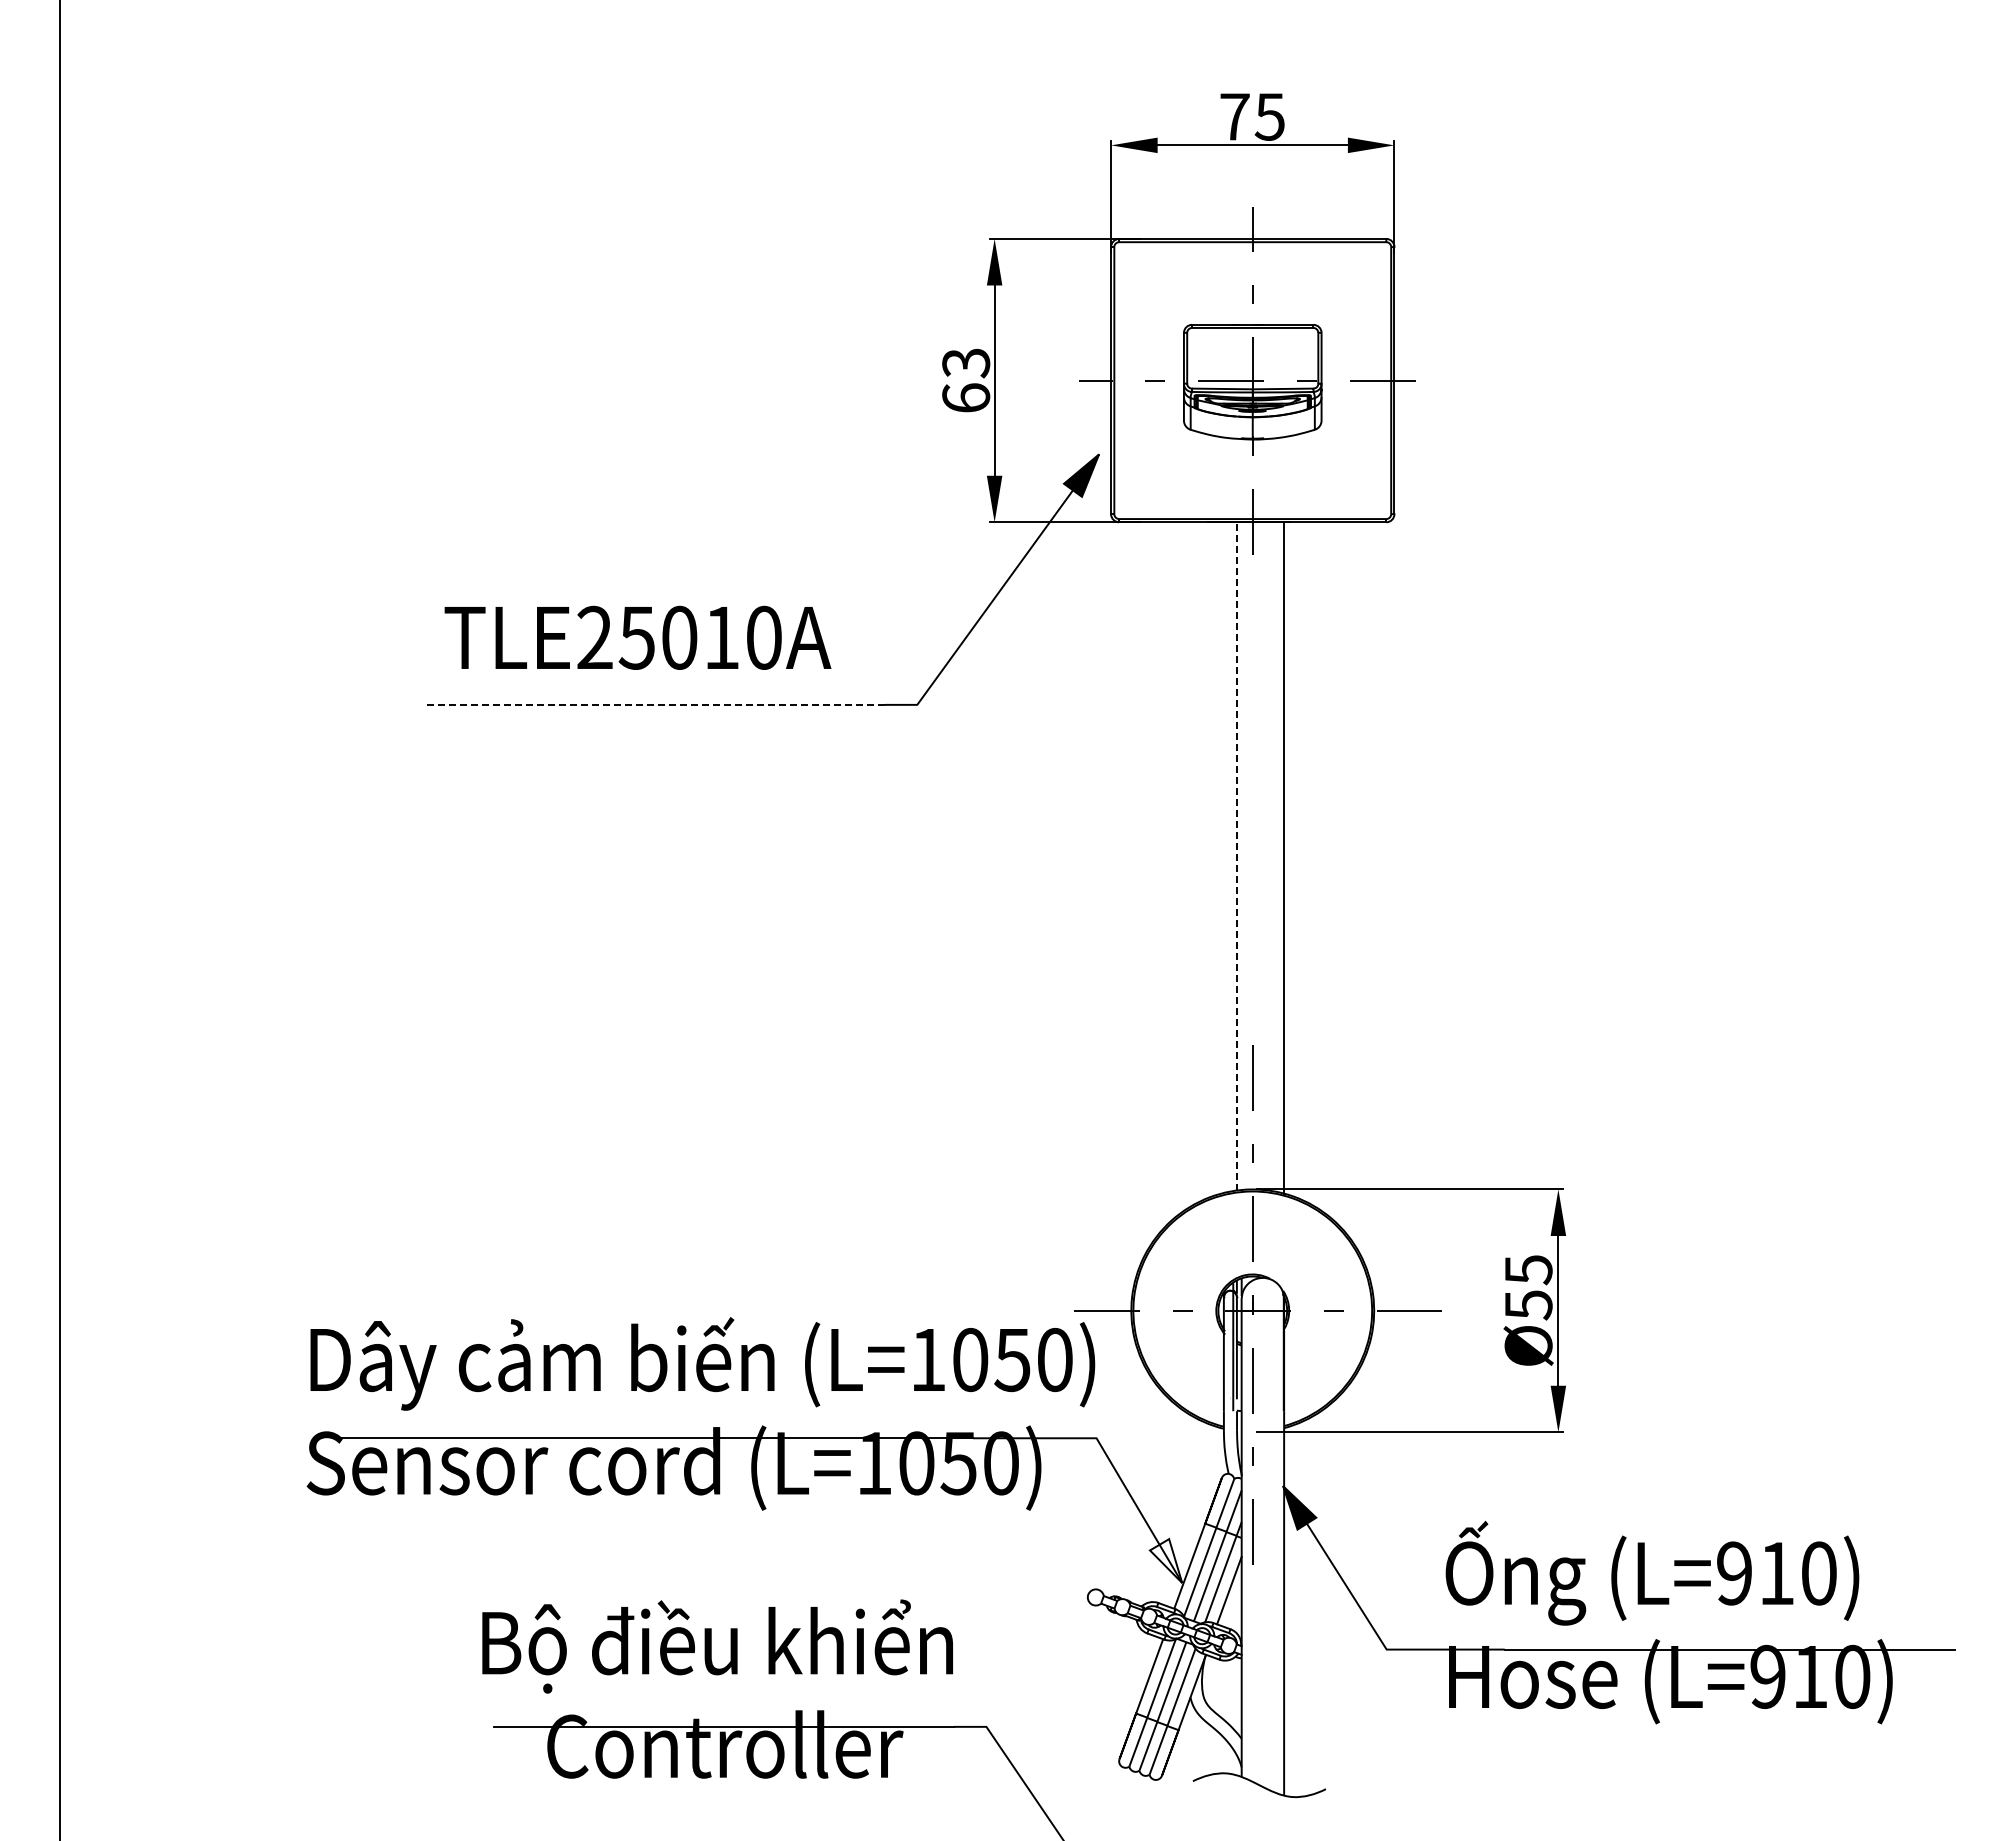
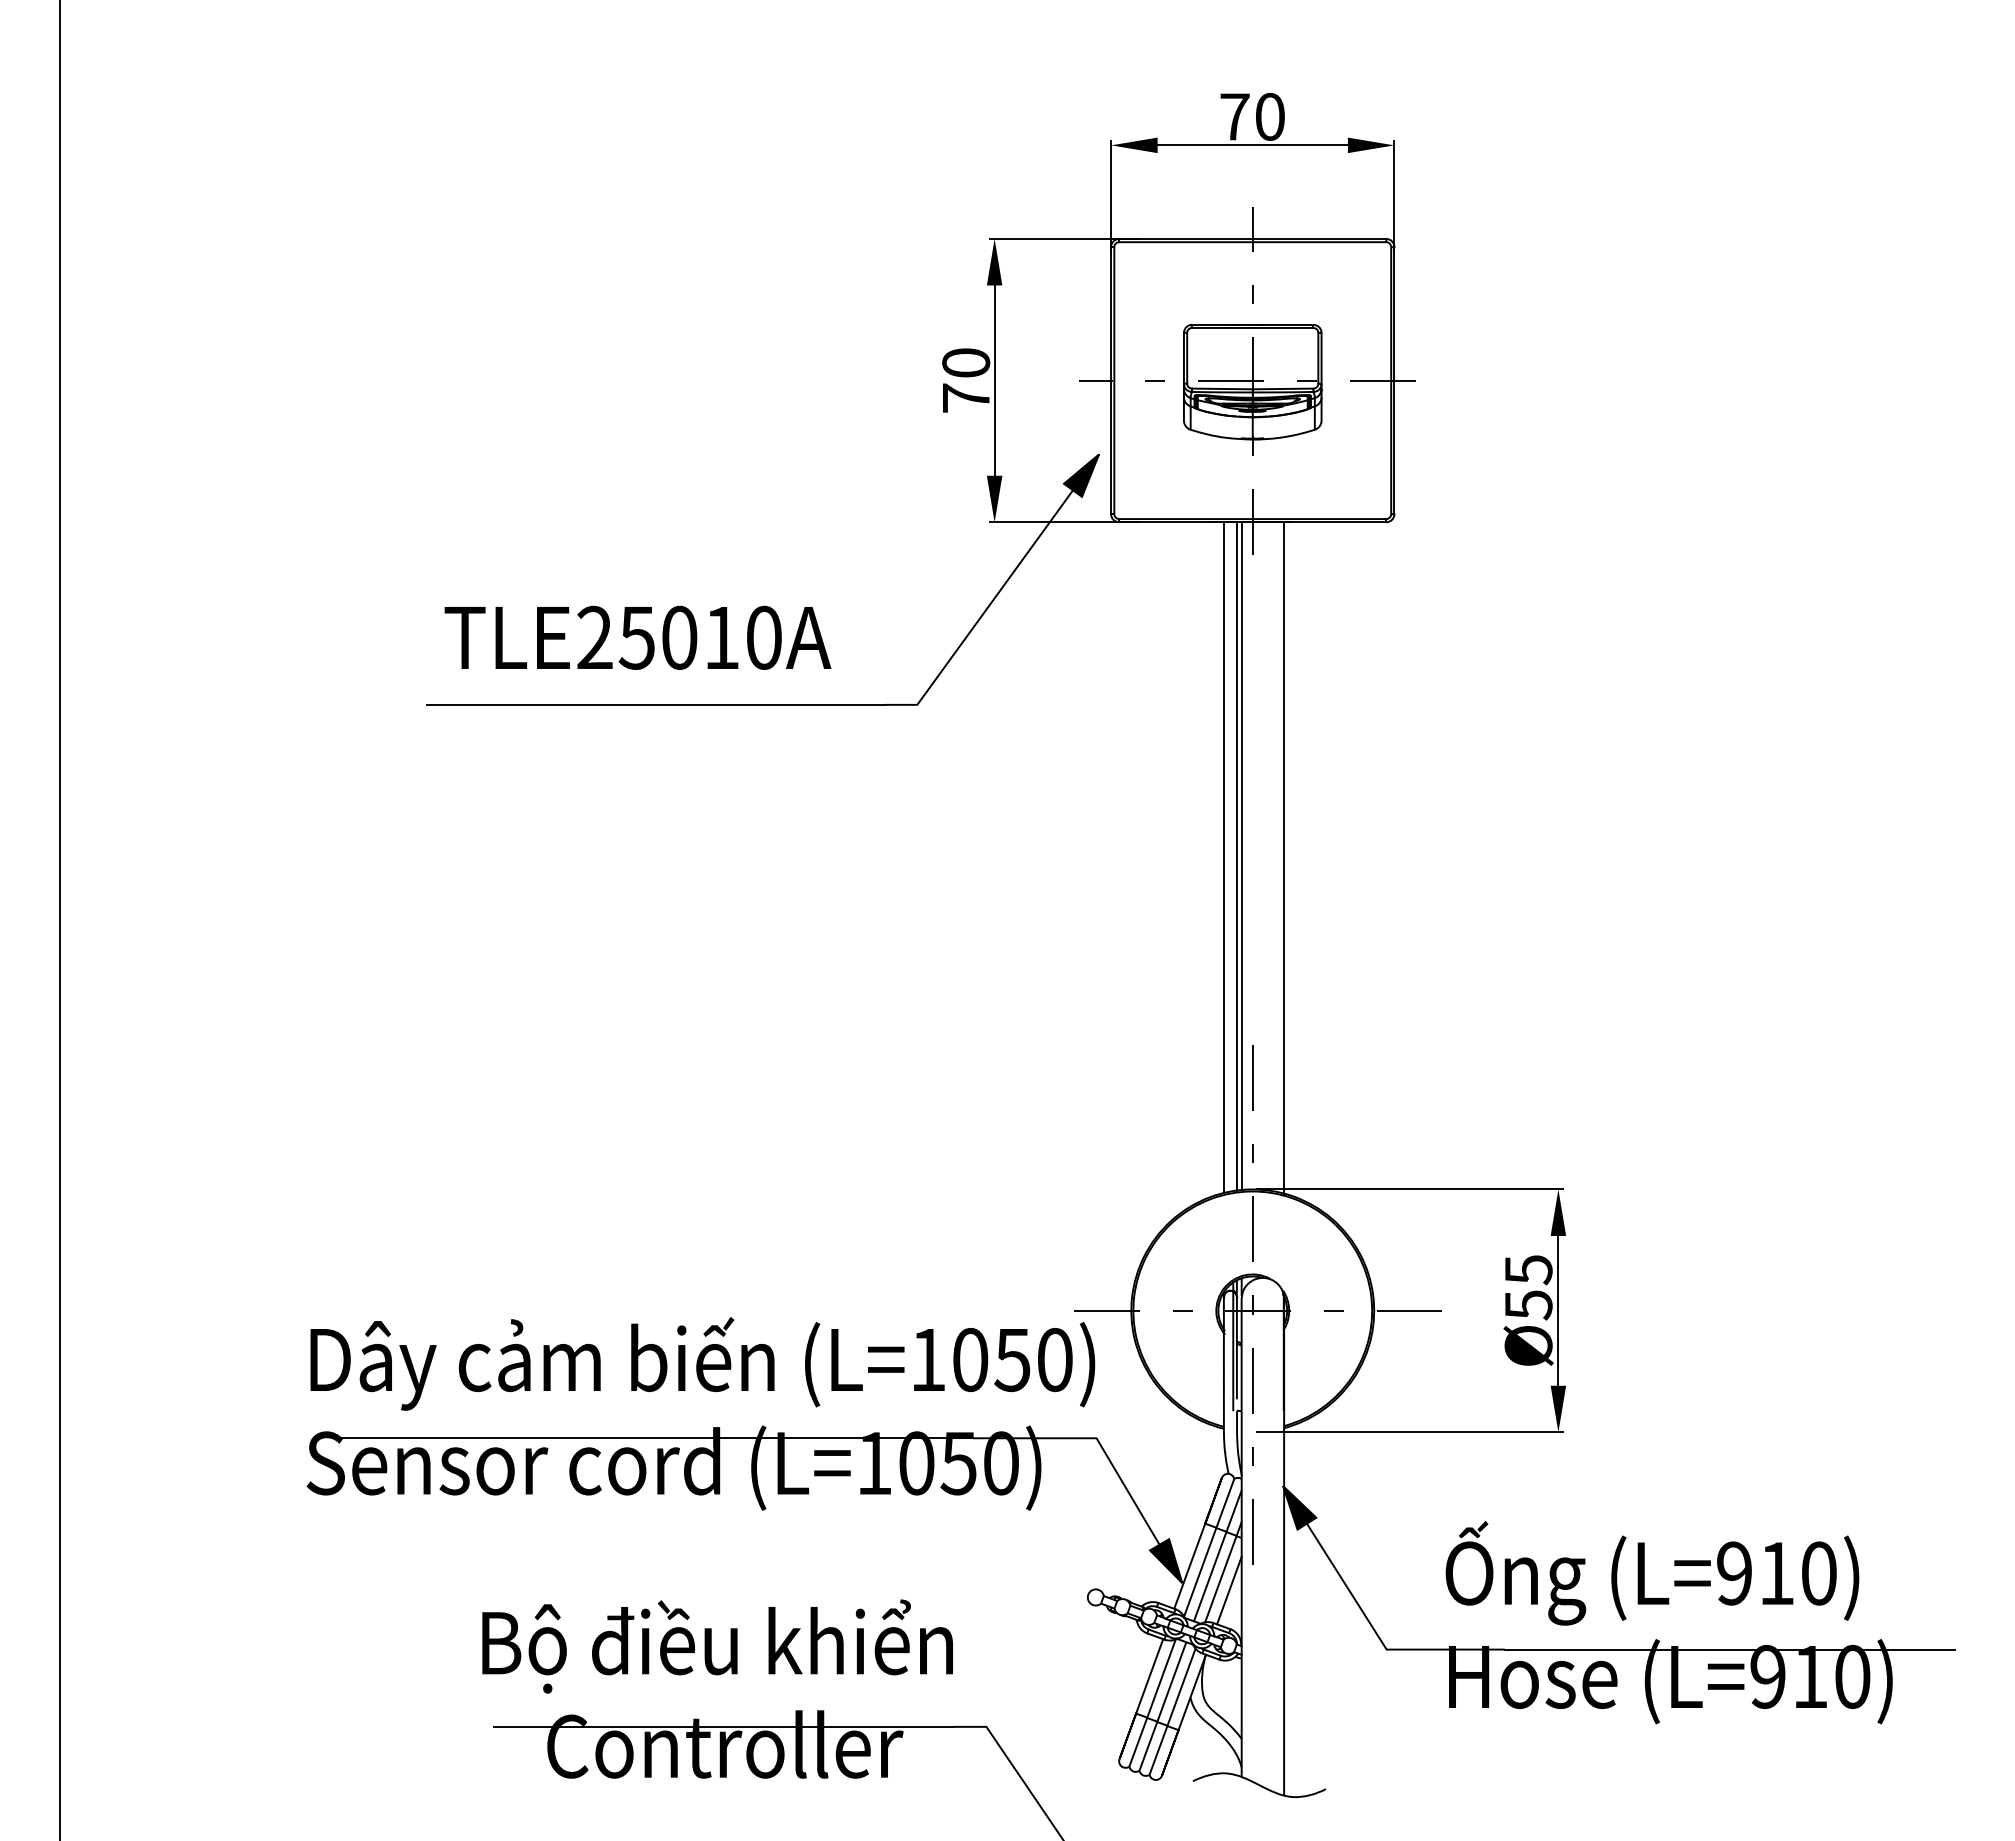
text at (1269, 116): 75 -> 70
text at (966, 380): 63 -> 70
line at (655, 704): dashed -> solid
line at (1236, 855): dashed -> solid
line at (1241, 856): none -> present
line at (1223, 857): none -> present
fill at (1166, 1561): none -> present
